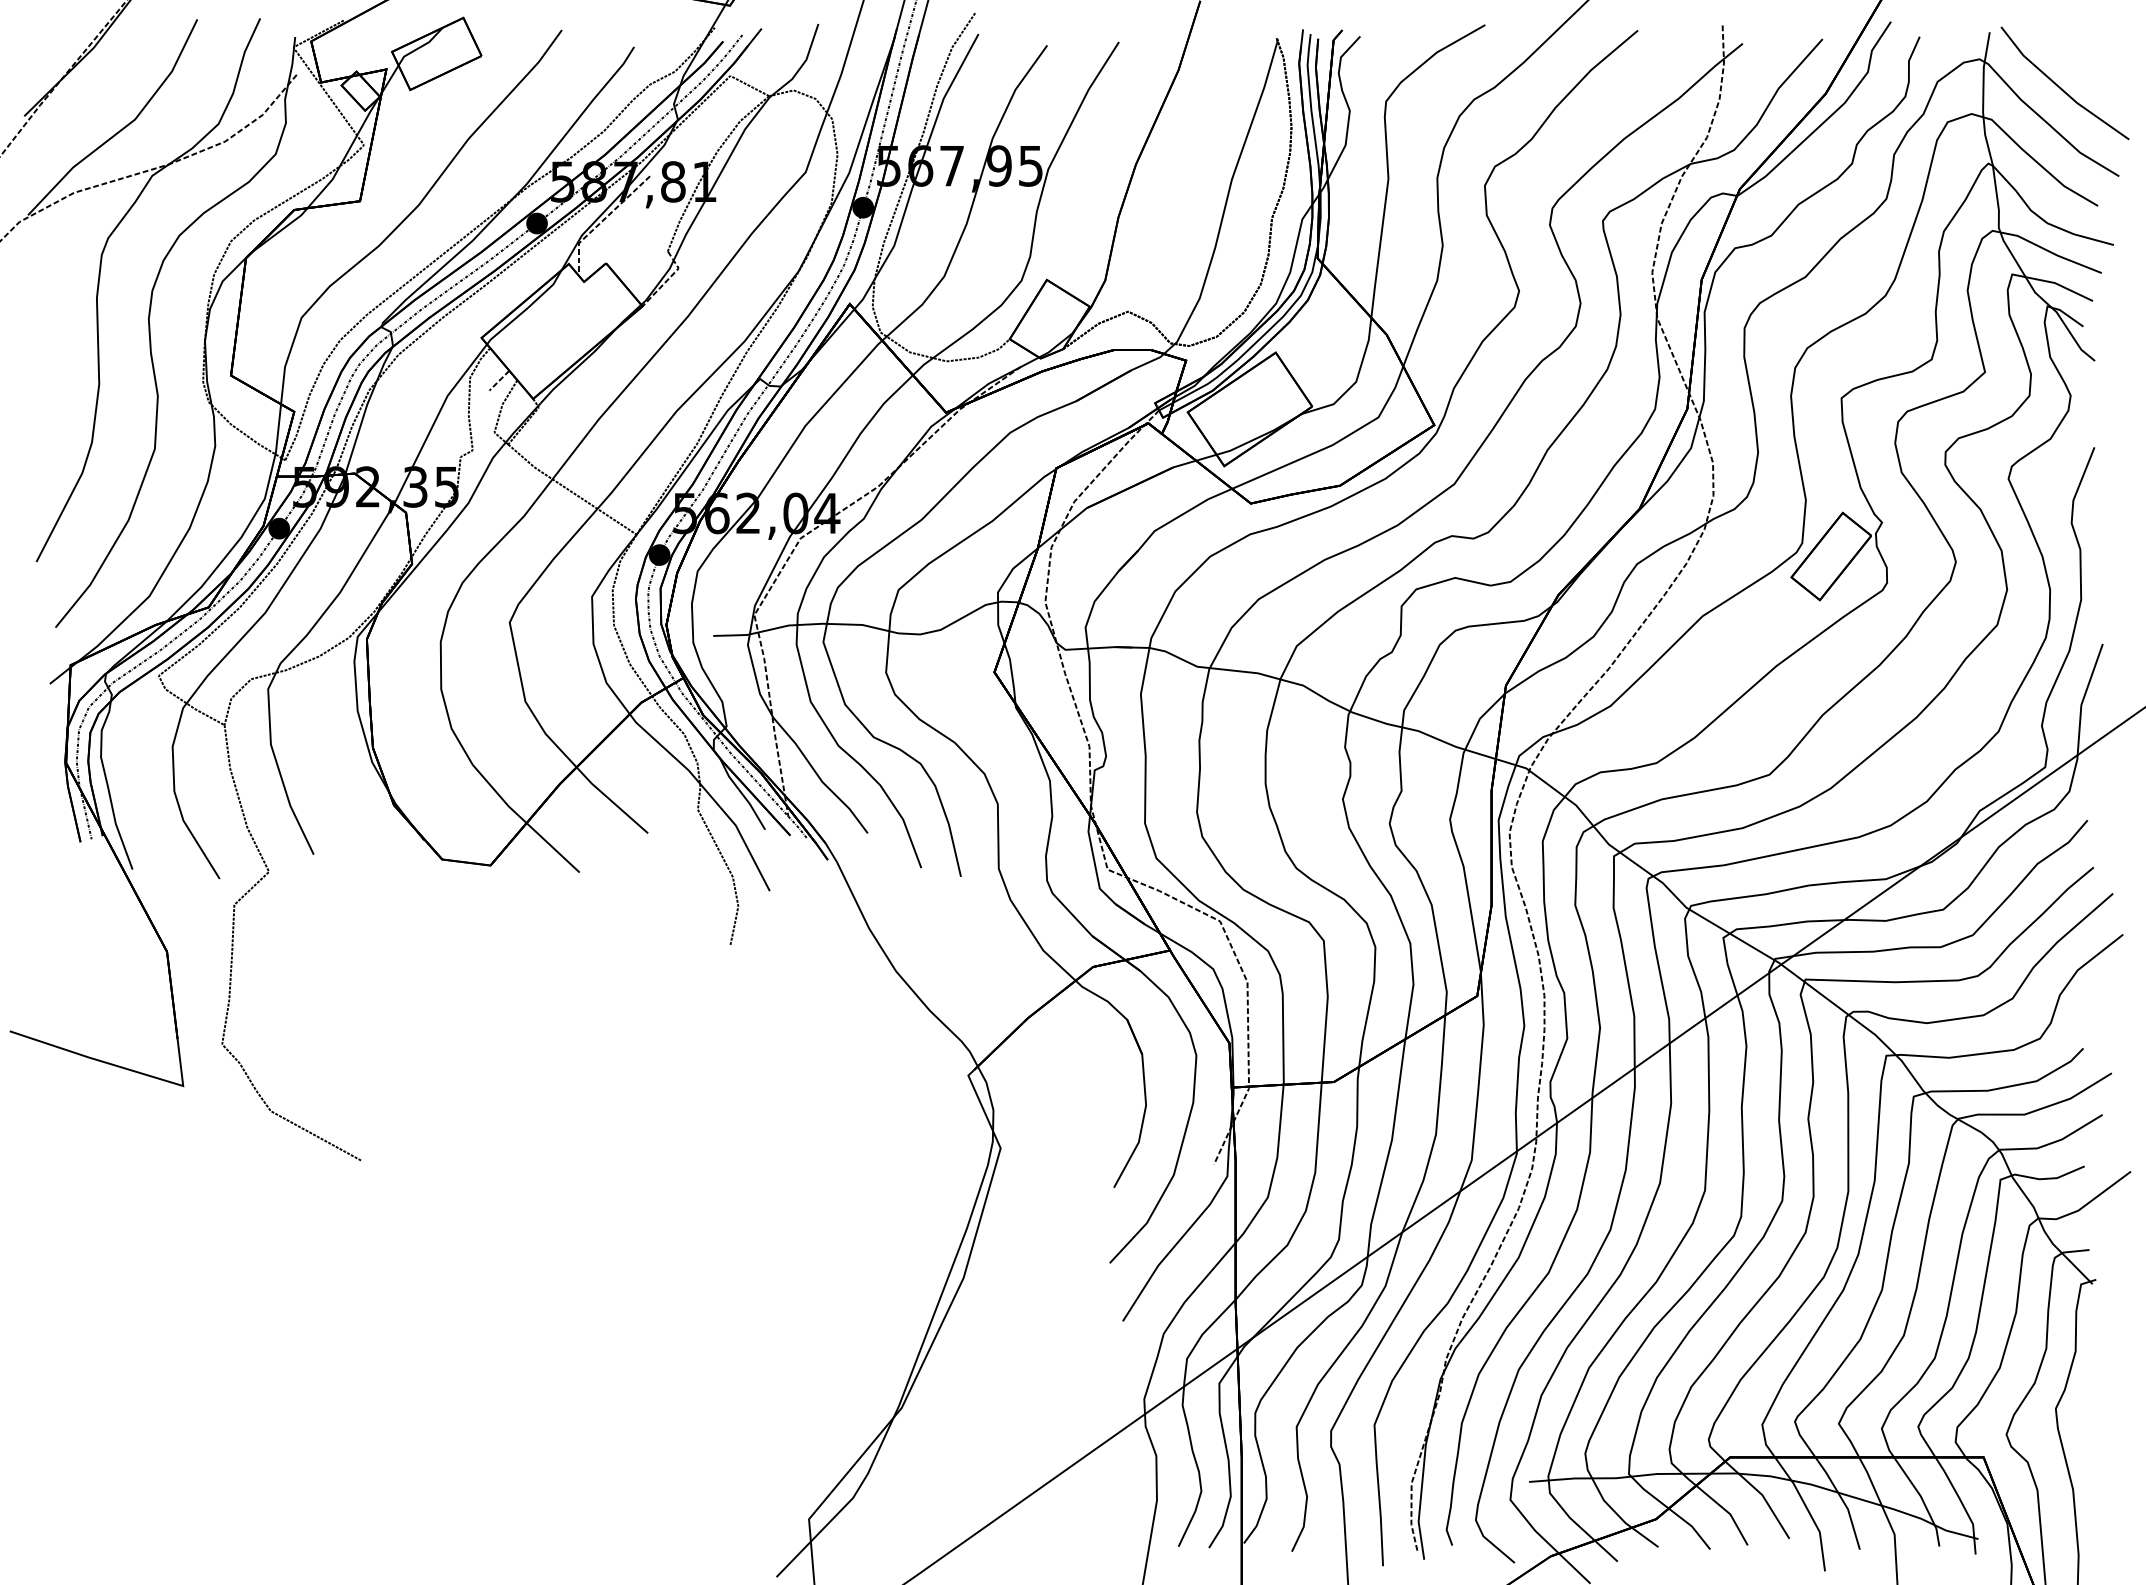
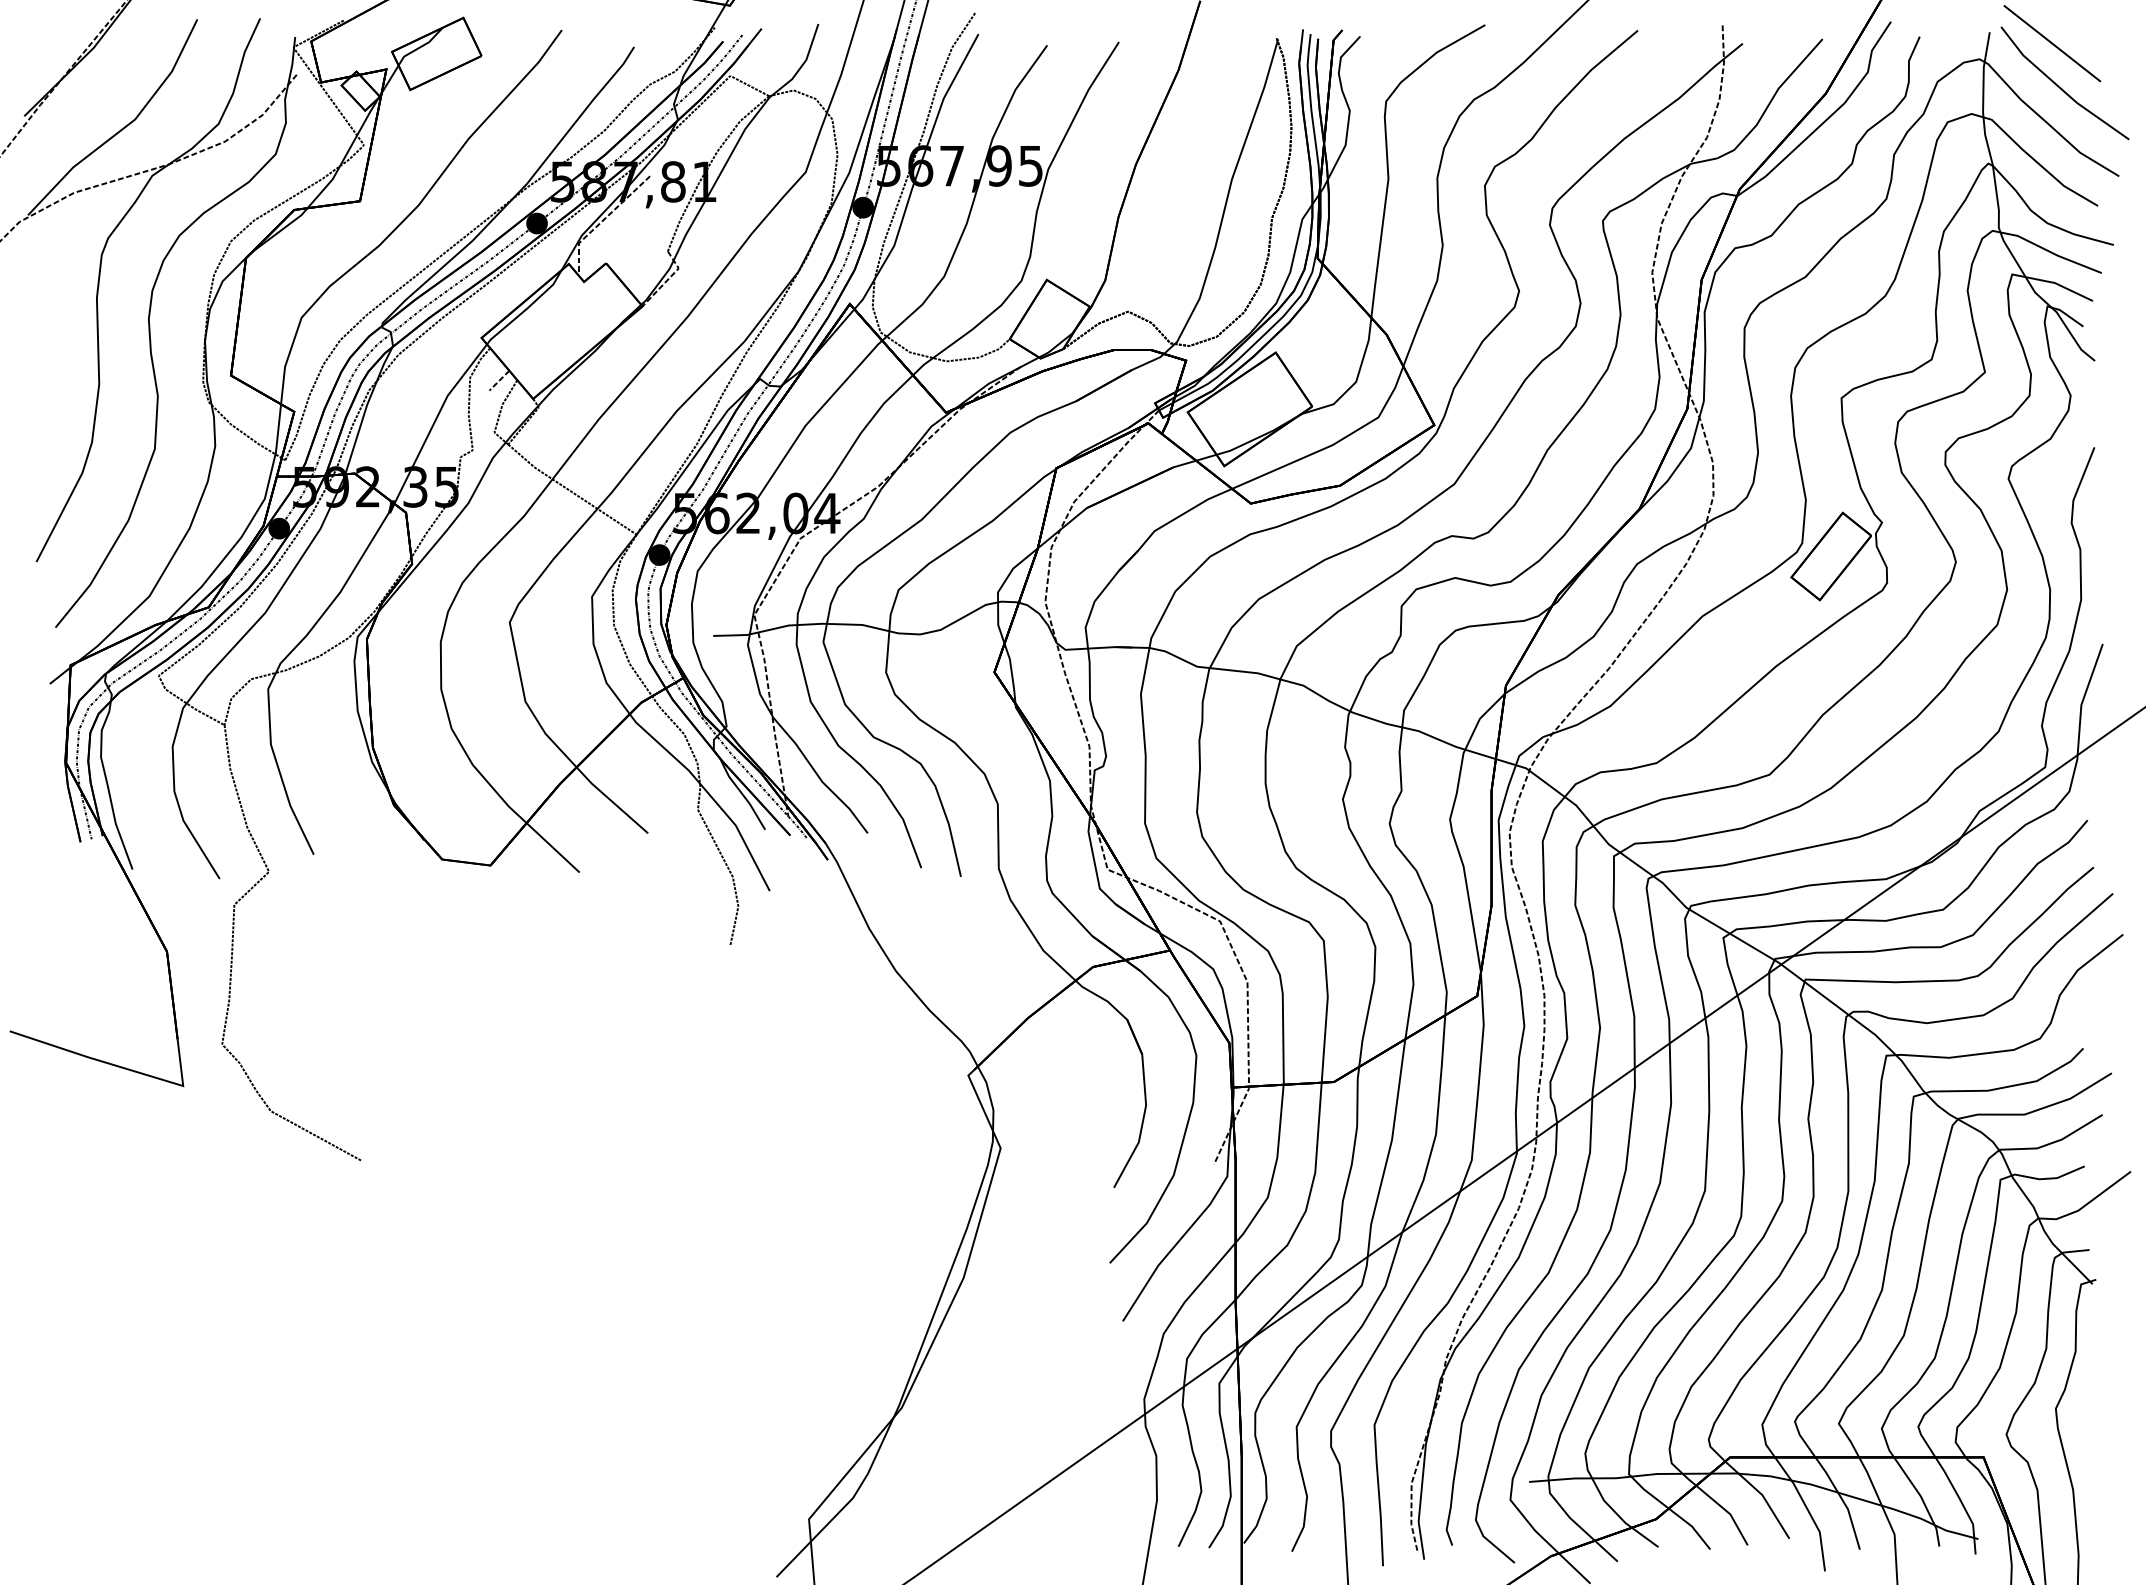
line at (2052, 43): none -> present
